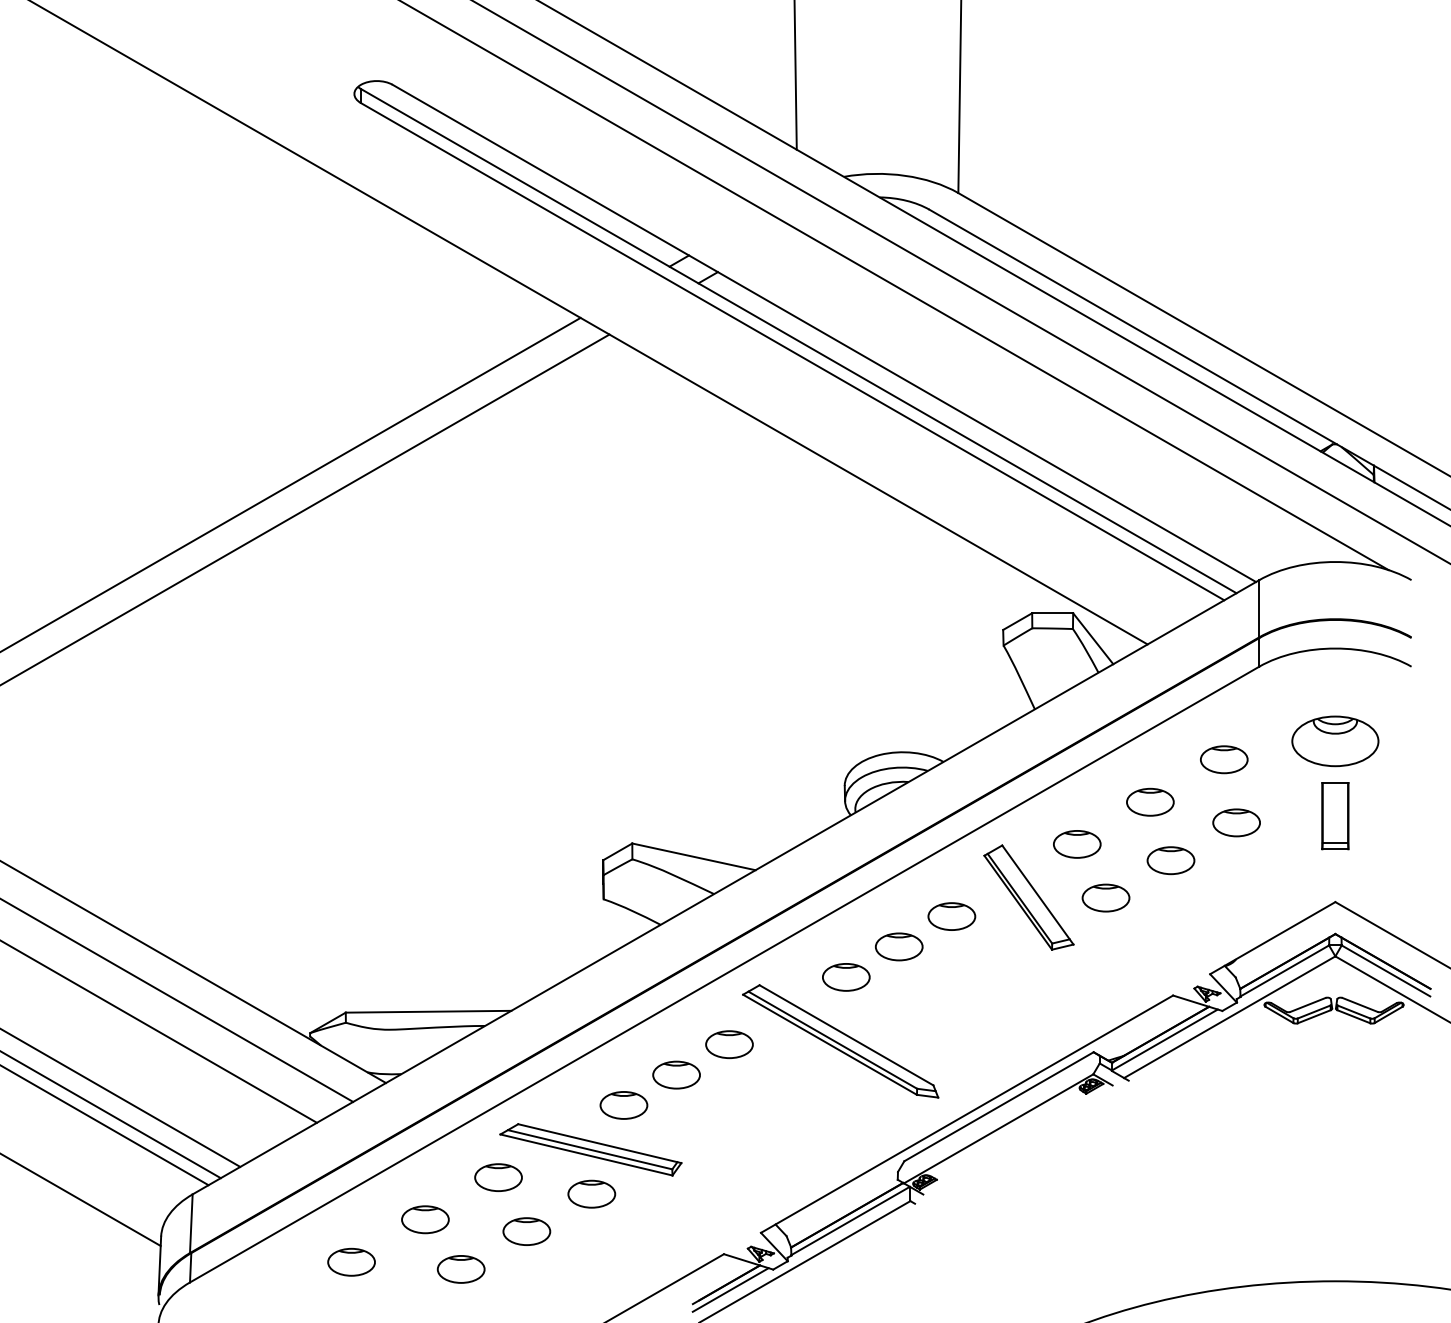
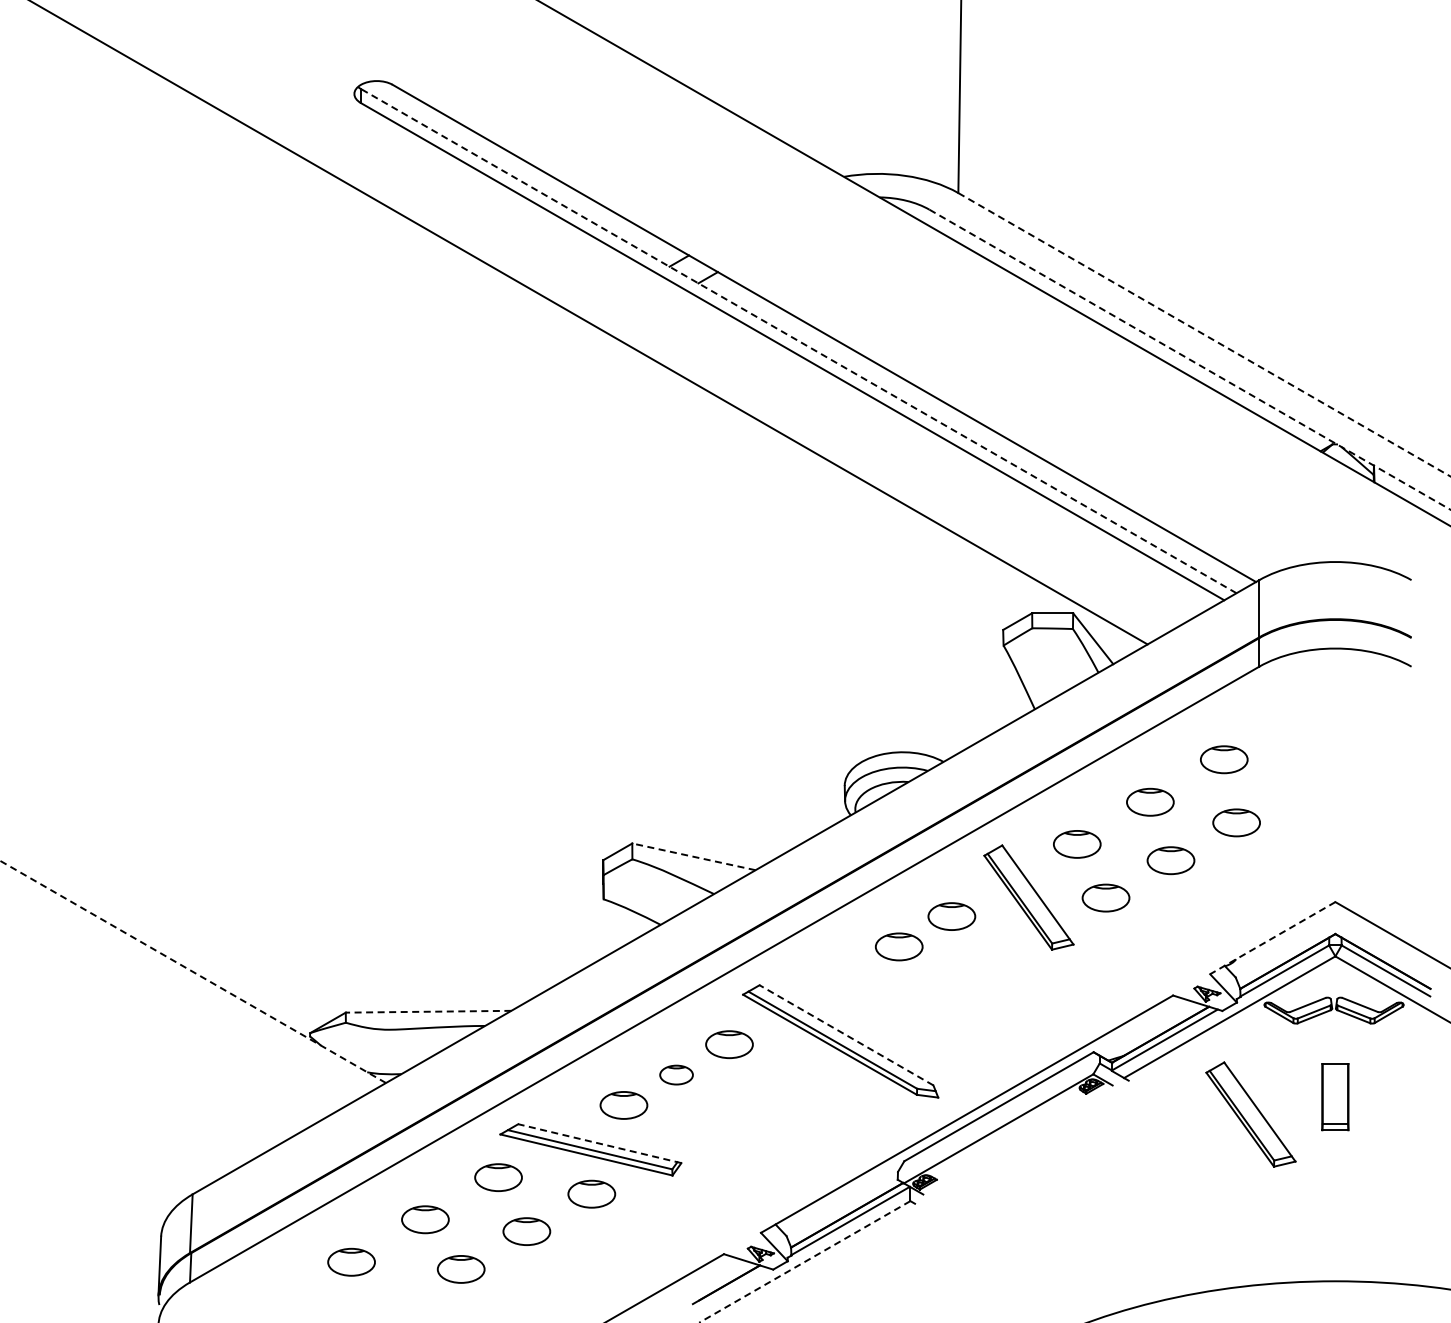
line at (795, 75): present -> none
line at (961, 282): present -> none
line at (895, 286): present -> none
line at (1204, 334): solid -> dashed
line at (798, 340): solid -> dashed
line at (1190, 359): solid -> dashed
line at (291, 484): present -> none
line at (305, 509): present -> none
part at (1335, 741): present -> none
part at (1335, 816) position: (1335, 816) -> (1335, 1097)
line at (693, 856): solid -> dashed
line at (1272, 938): solid -> dashed
line at (192, 971): solid -> dashed
part at (846, 977): present -> none
line at (177, 1000): present -> none
line at (428, 1011): solid -> dashed
line at (159, 1031): present -> none
line at (846, 1035): solid -> dashed
part at (676, 1074) size: 49x30 px -> 35x22 px
line at (121, 1098): present -> none
part at (1250, 1114): none -> present
line at (111, 1115): present -> none
line at (105, 1125): present -> none
line at (599, 1143): solid -> dashed
line at (81, 1199): present -> none
line at (804, 1261): solid -> dashed
line at (730, 1289): present -> none
